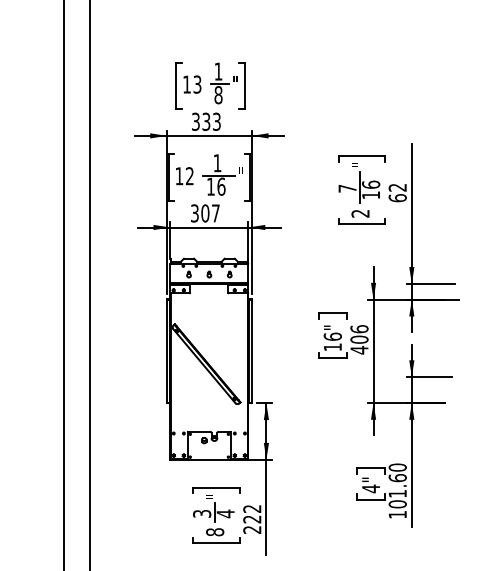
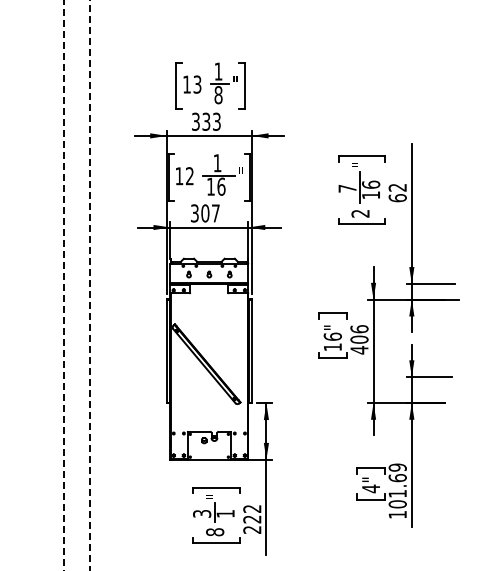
line at (64, 285): solid -> dashed
line at (89, 285): solid -> dashed
text at (397, 467): 101.60 -> 101.69
text at (225, 513): 4 -> 1
